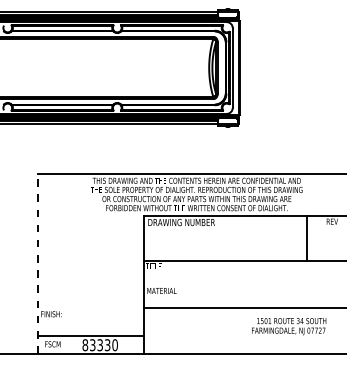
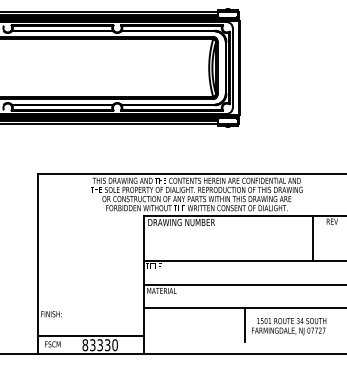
line at (306, 238) position: (306, 238) -> (312, 238)
line at (37, 263): dashed -> solid
line at (243, 285): none -> present
line at (245, 325): none -> present
